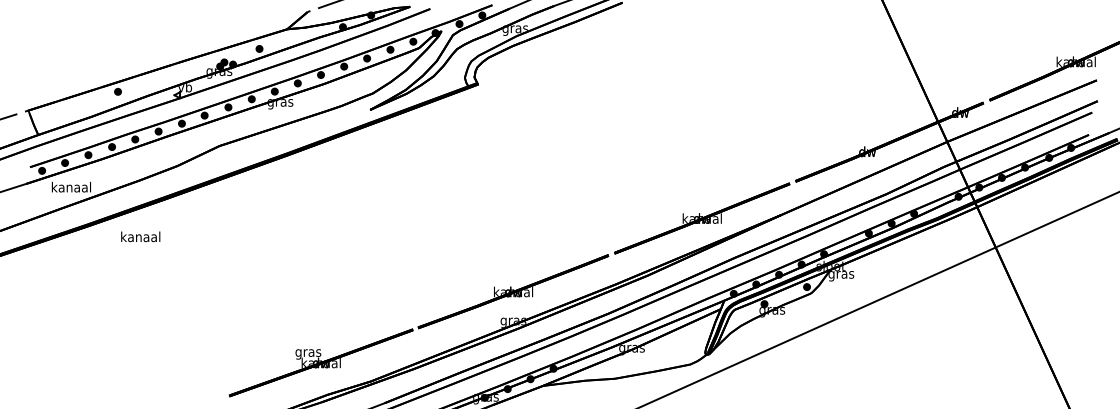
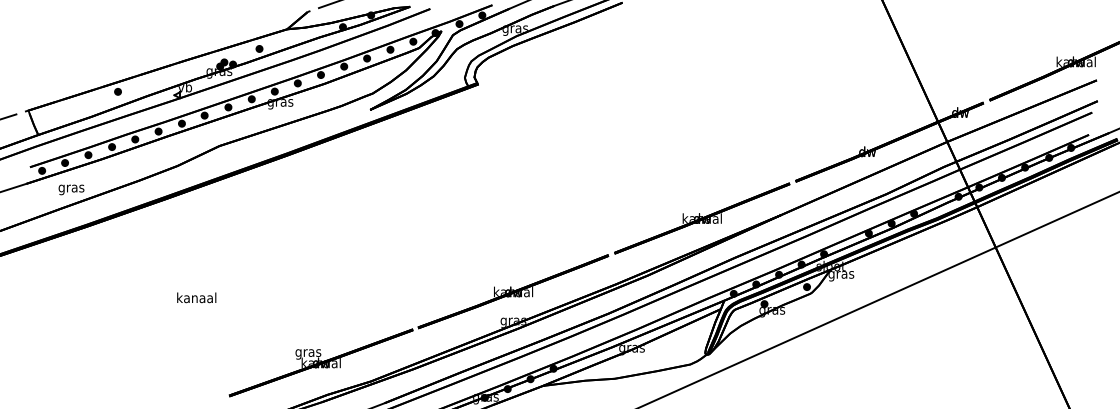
text at (70, 188): kanaal -> gras
text at (140, 236) position: (140, 236) -> (196, 297)
